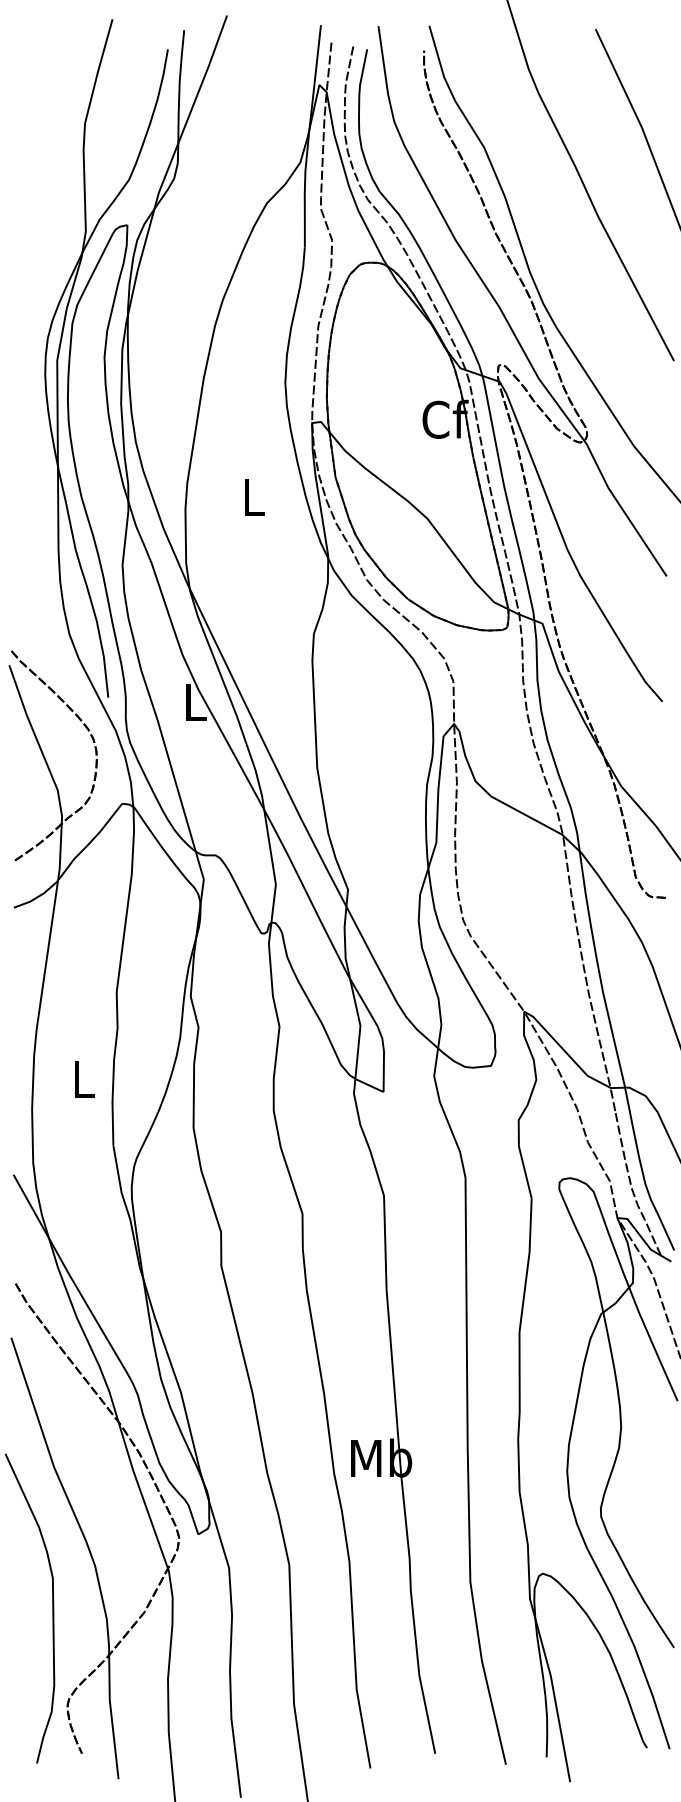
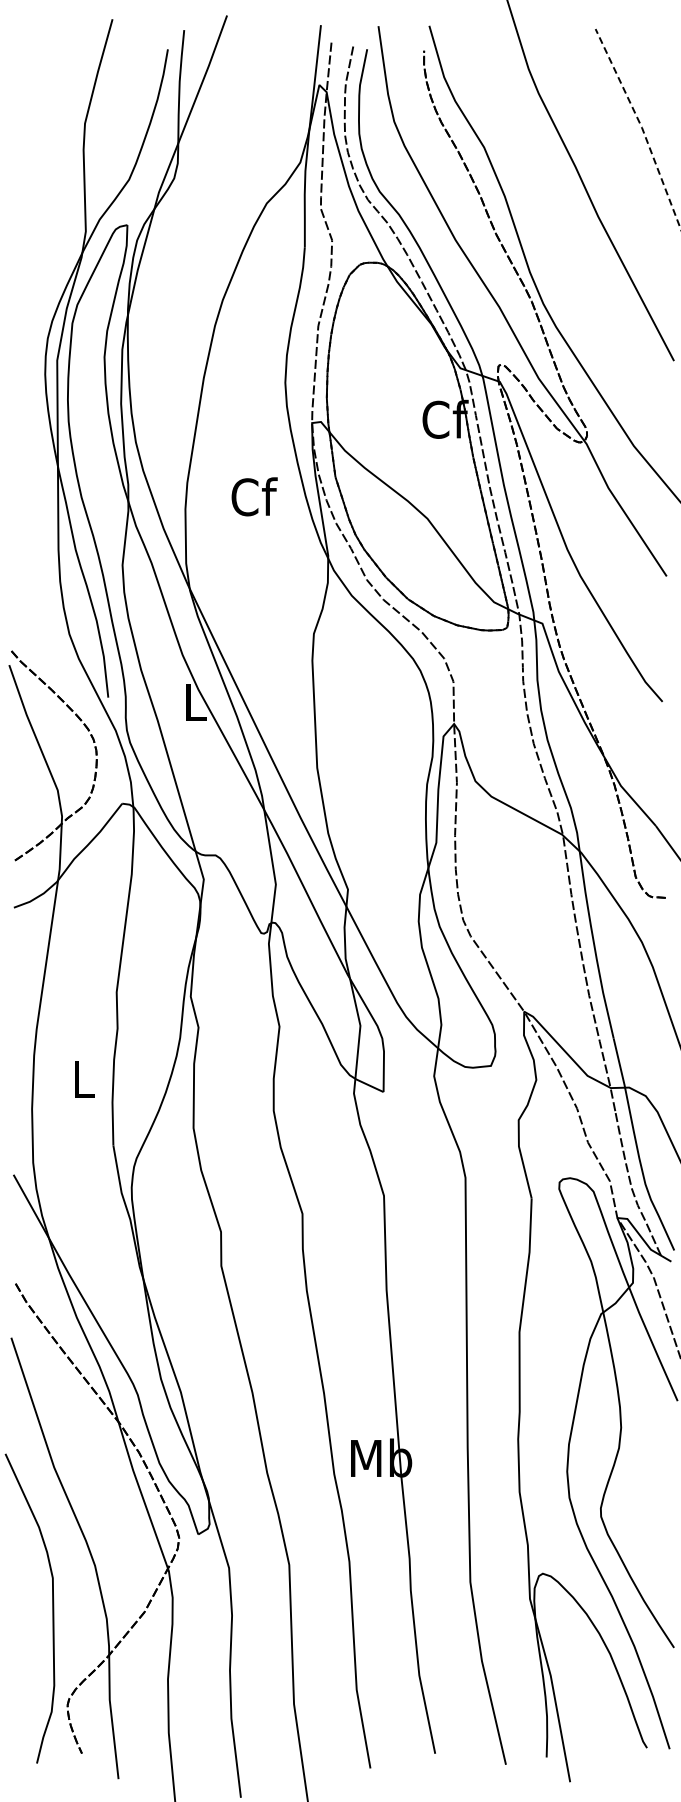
line at (641, 127): solid -> dashed
text at (254, 496): L -> Cf
